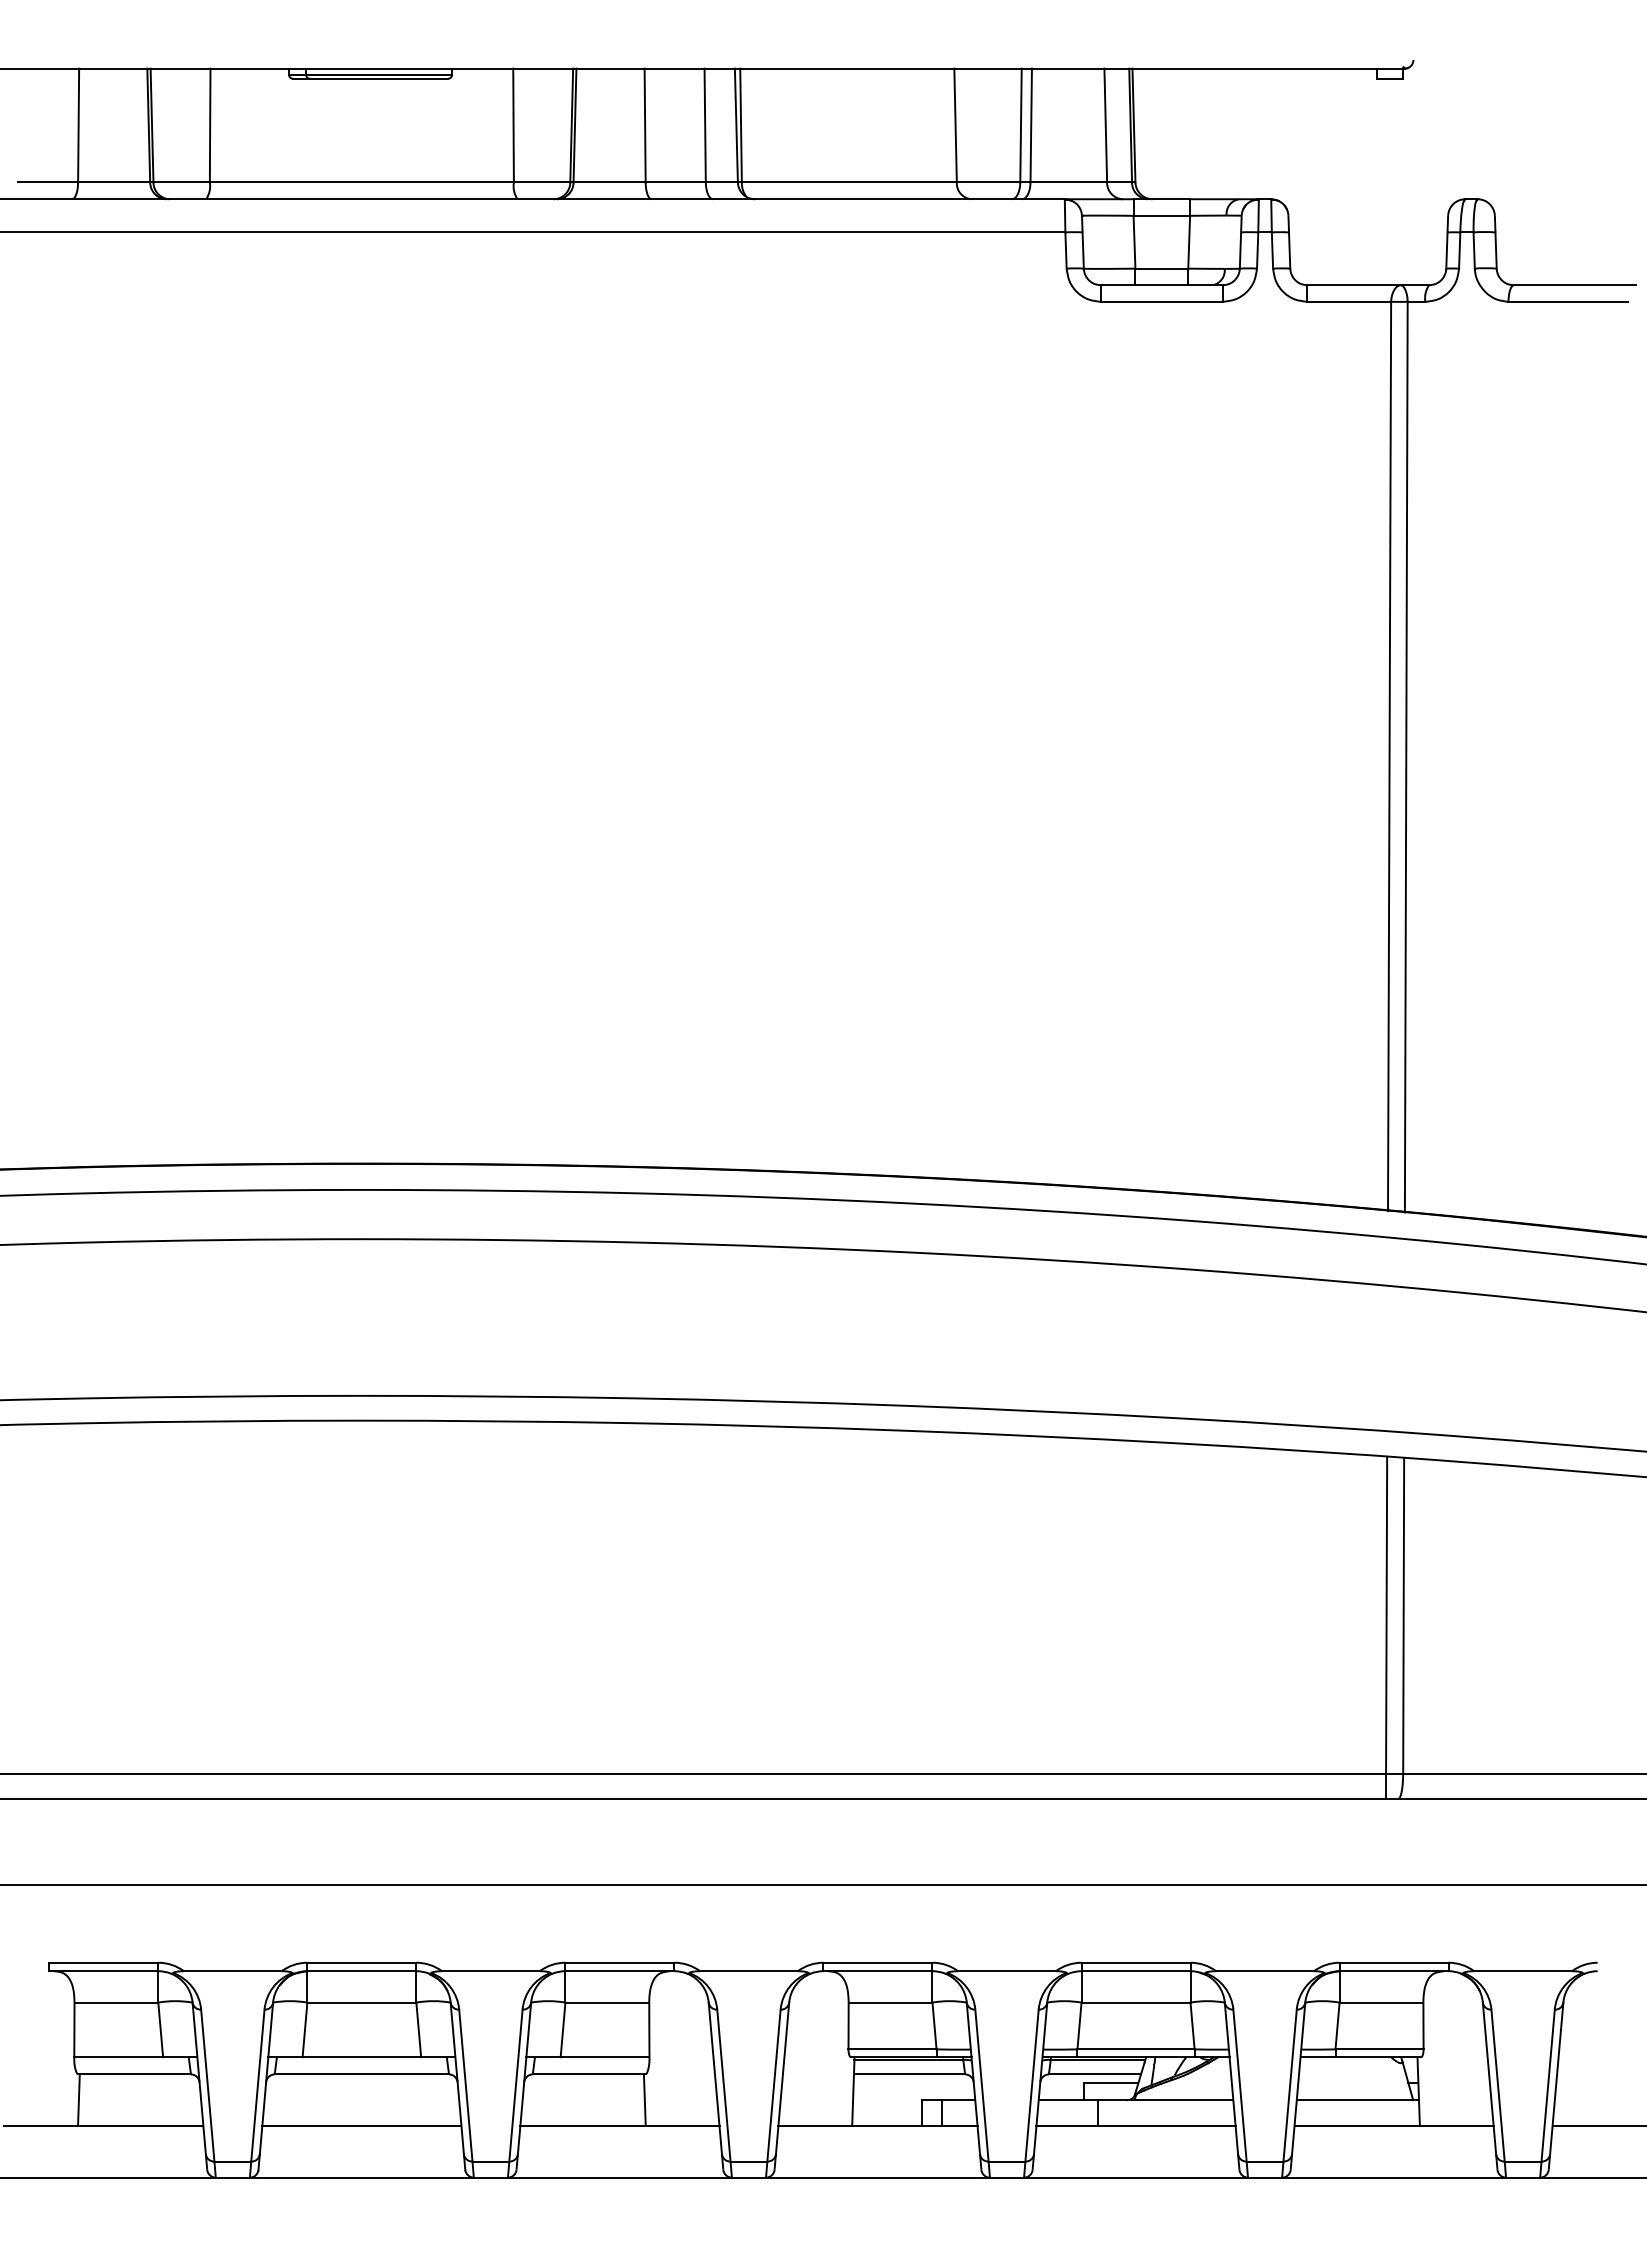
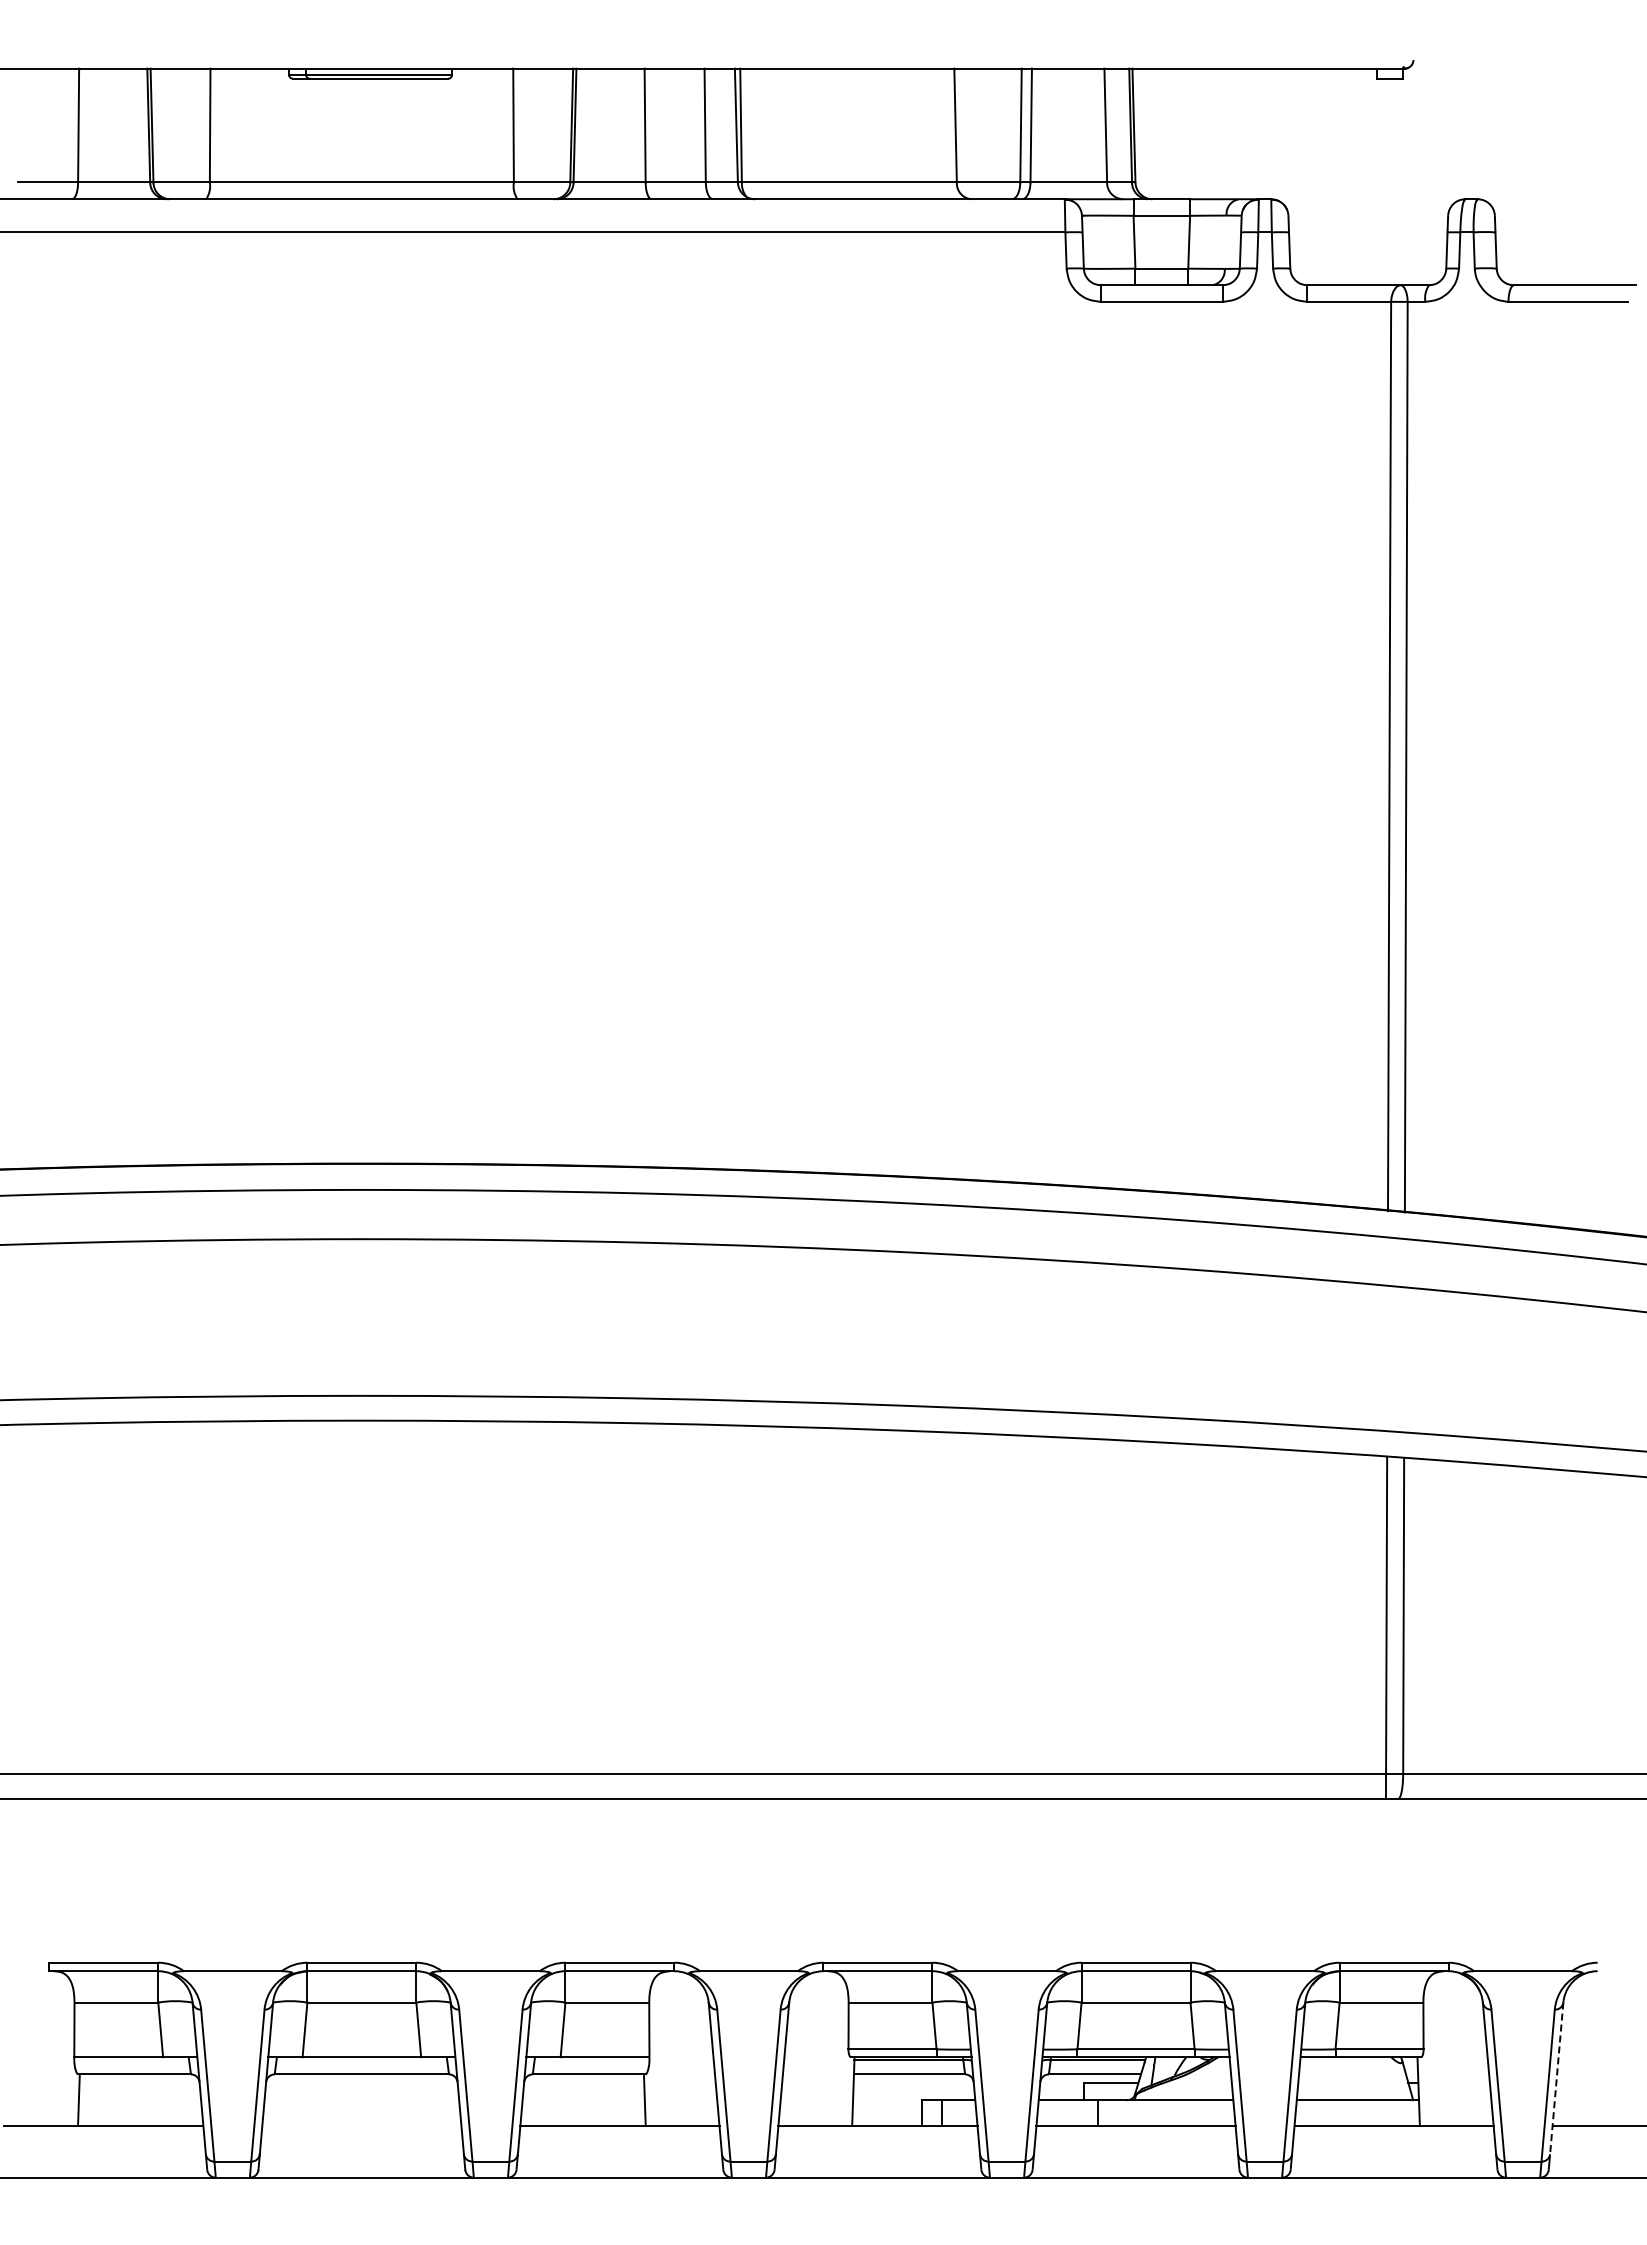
line at (822, 1885): present -> none
line at (1556, 2079): solid -> dashed
line at (361, 2126): present -> none
